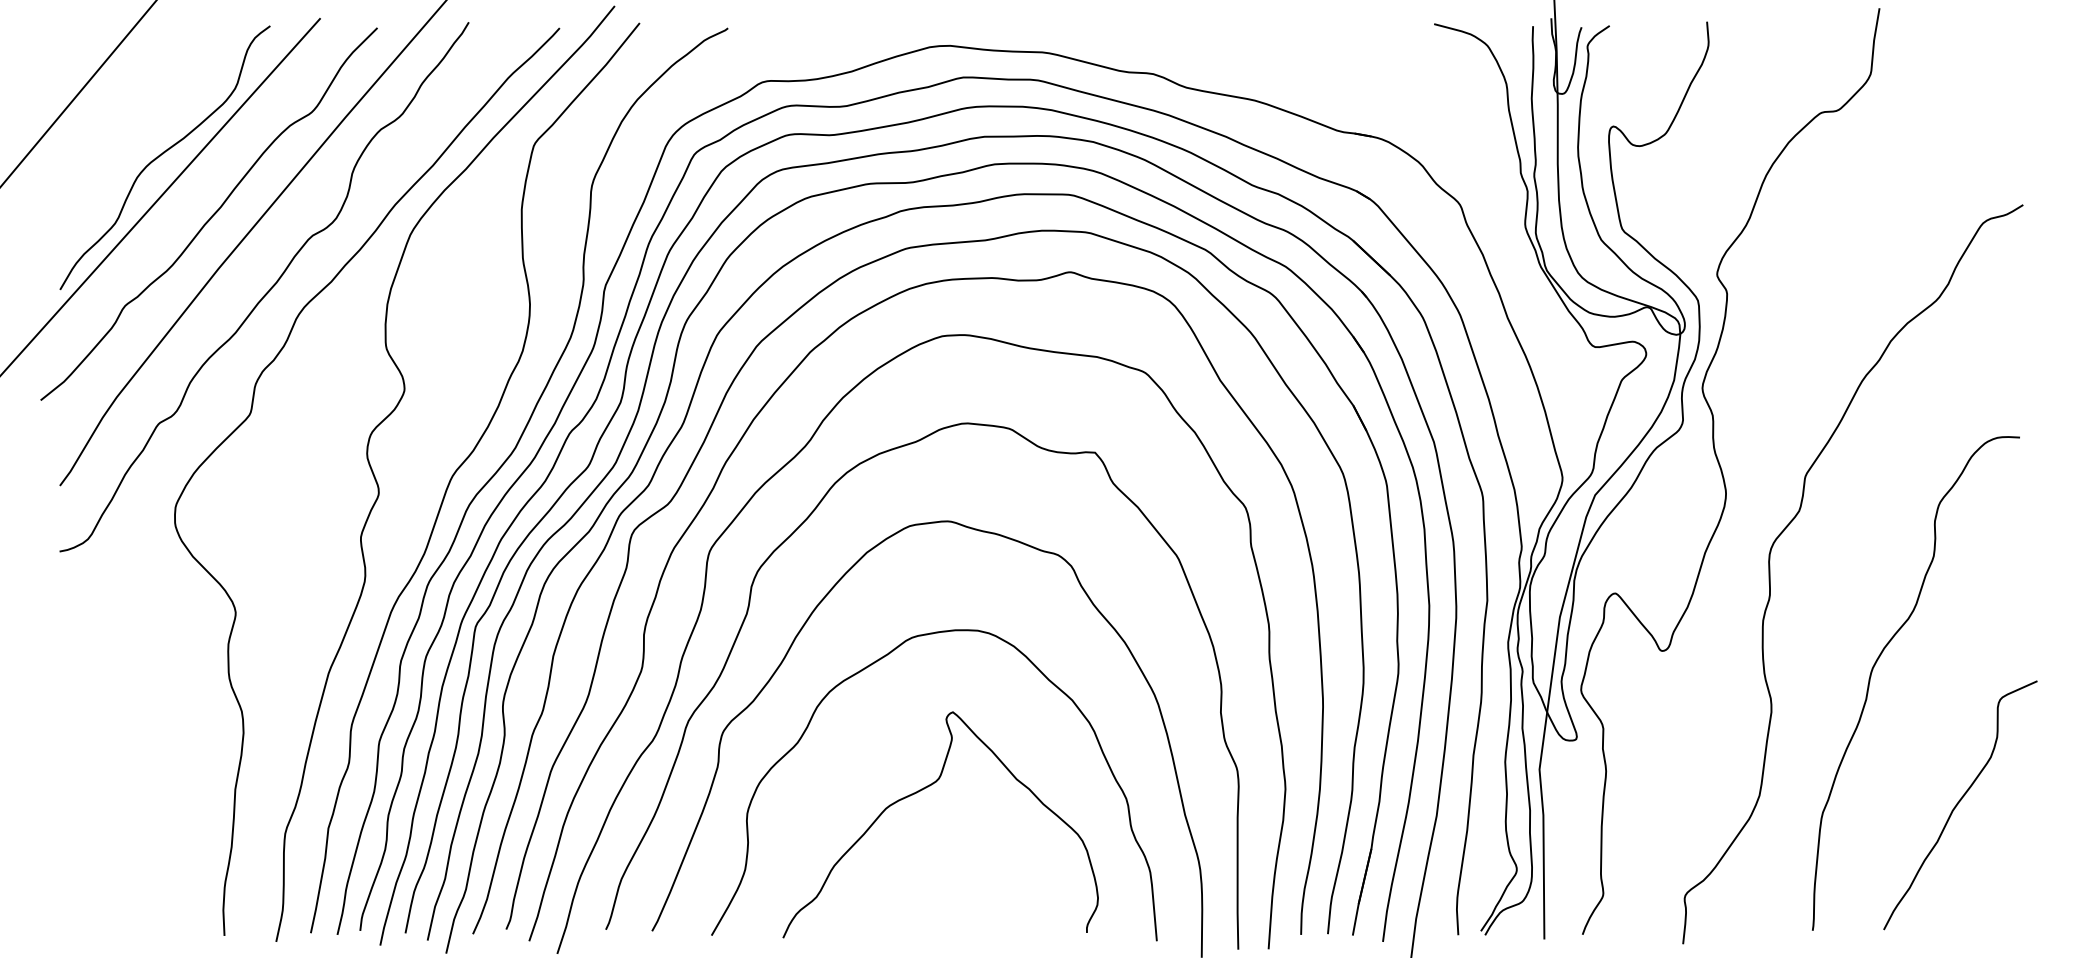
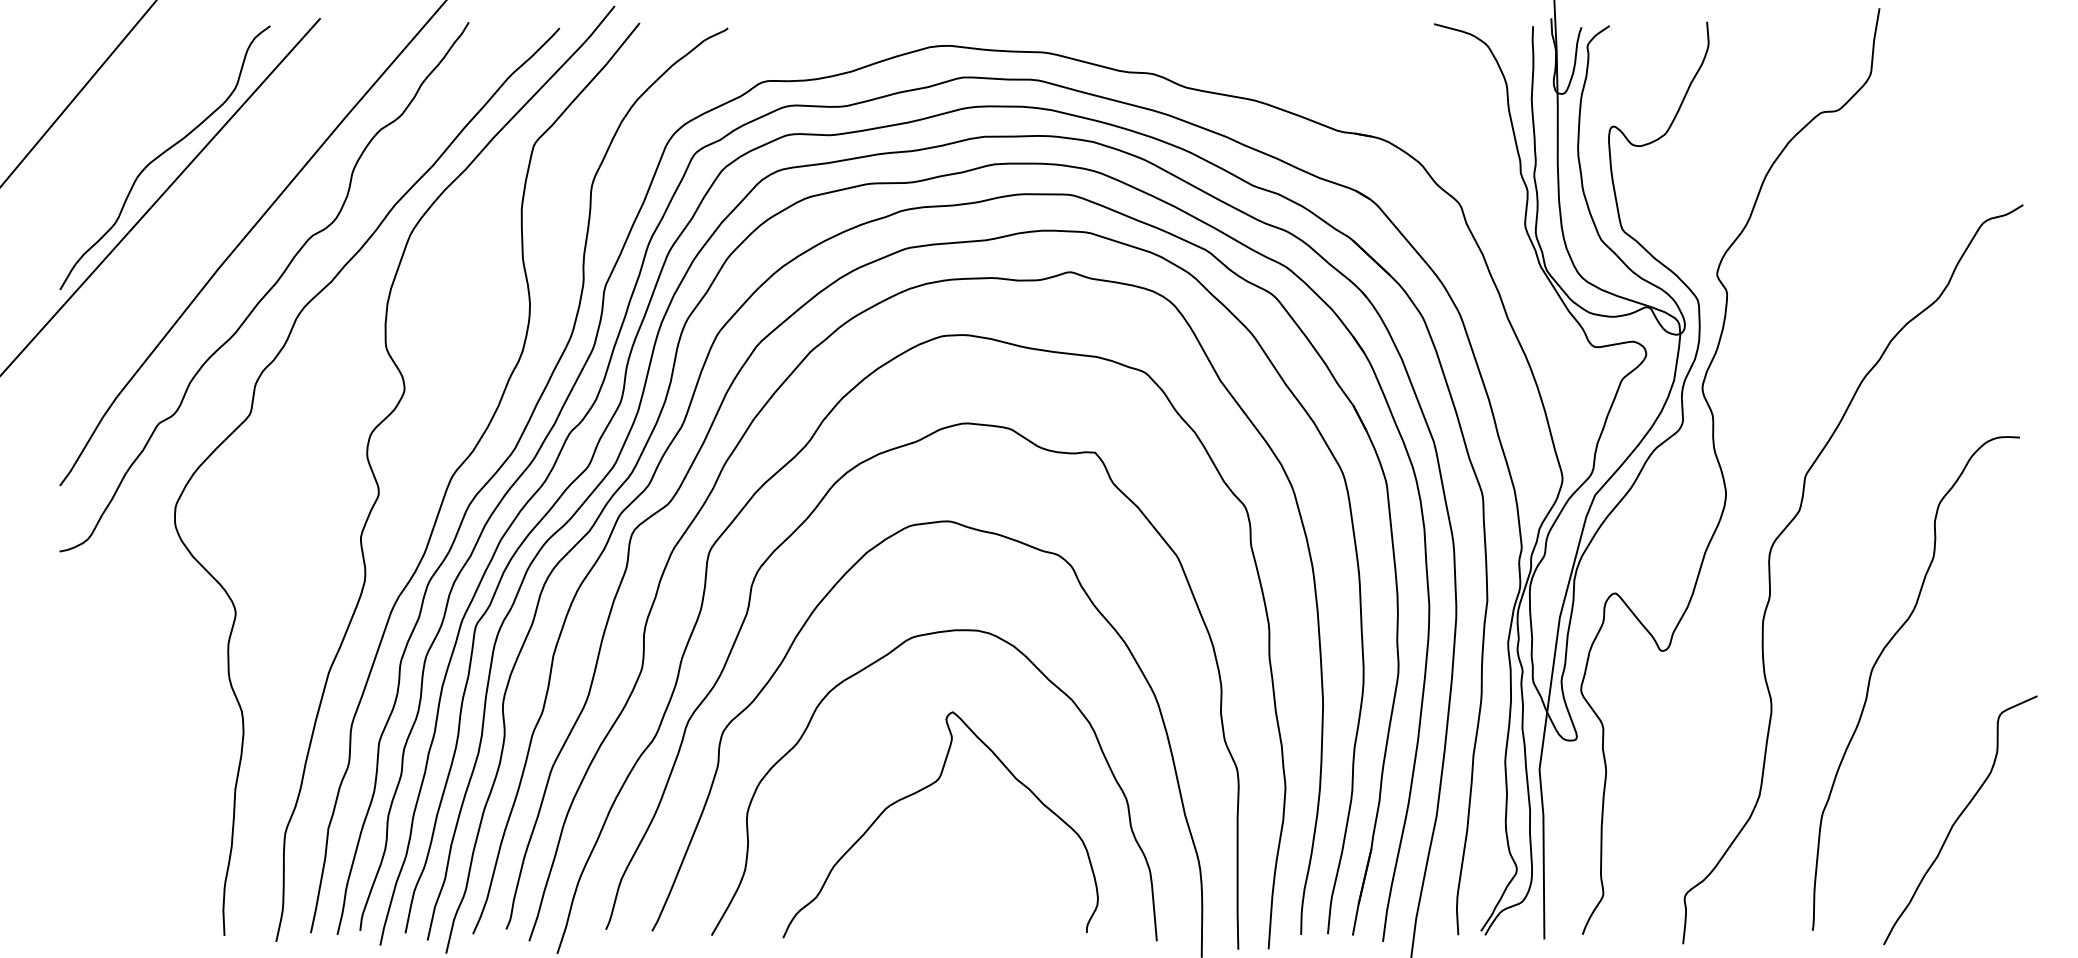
curve at (211, 215): present -> none
curve at (1958, 804) position: (1958, 804) -> (1958, 819)
